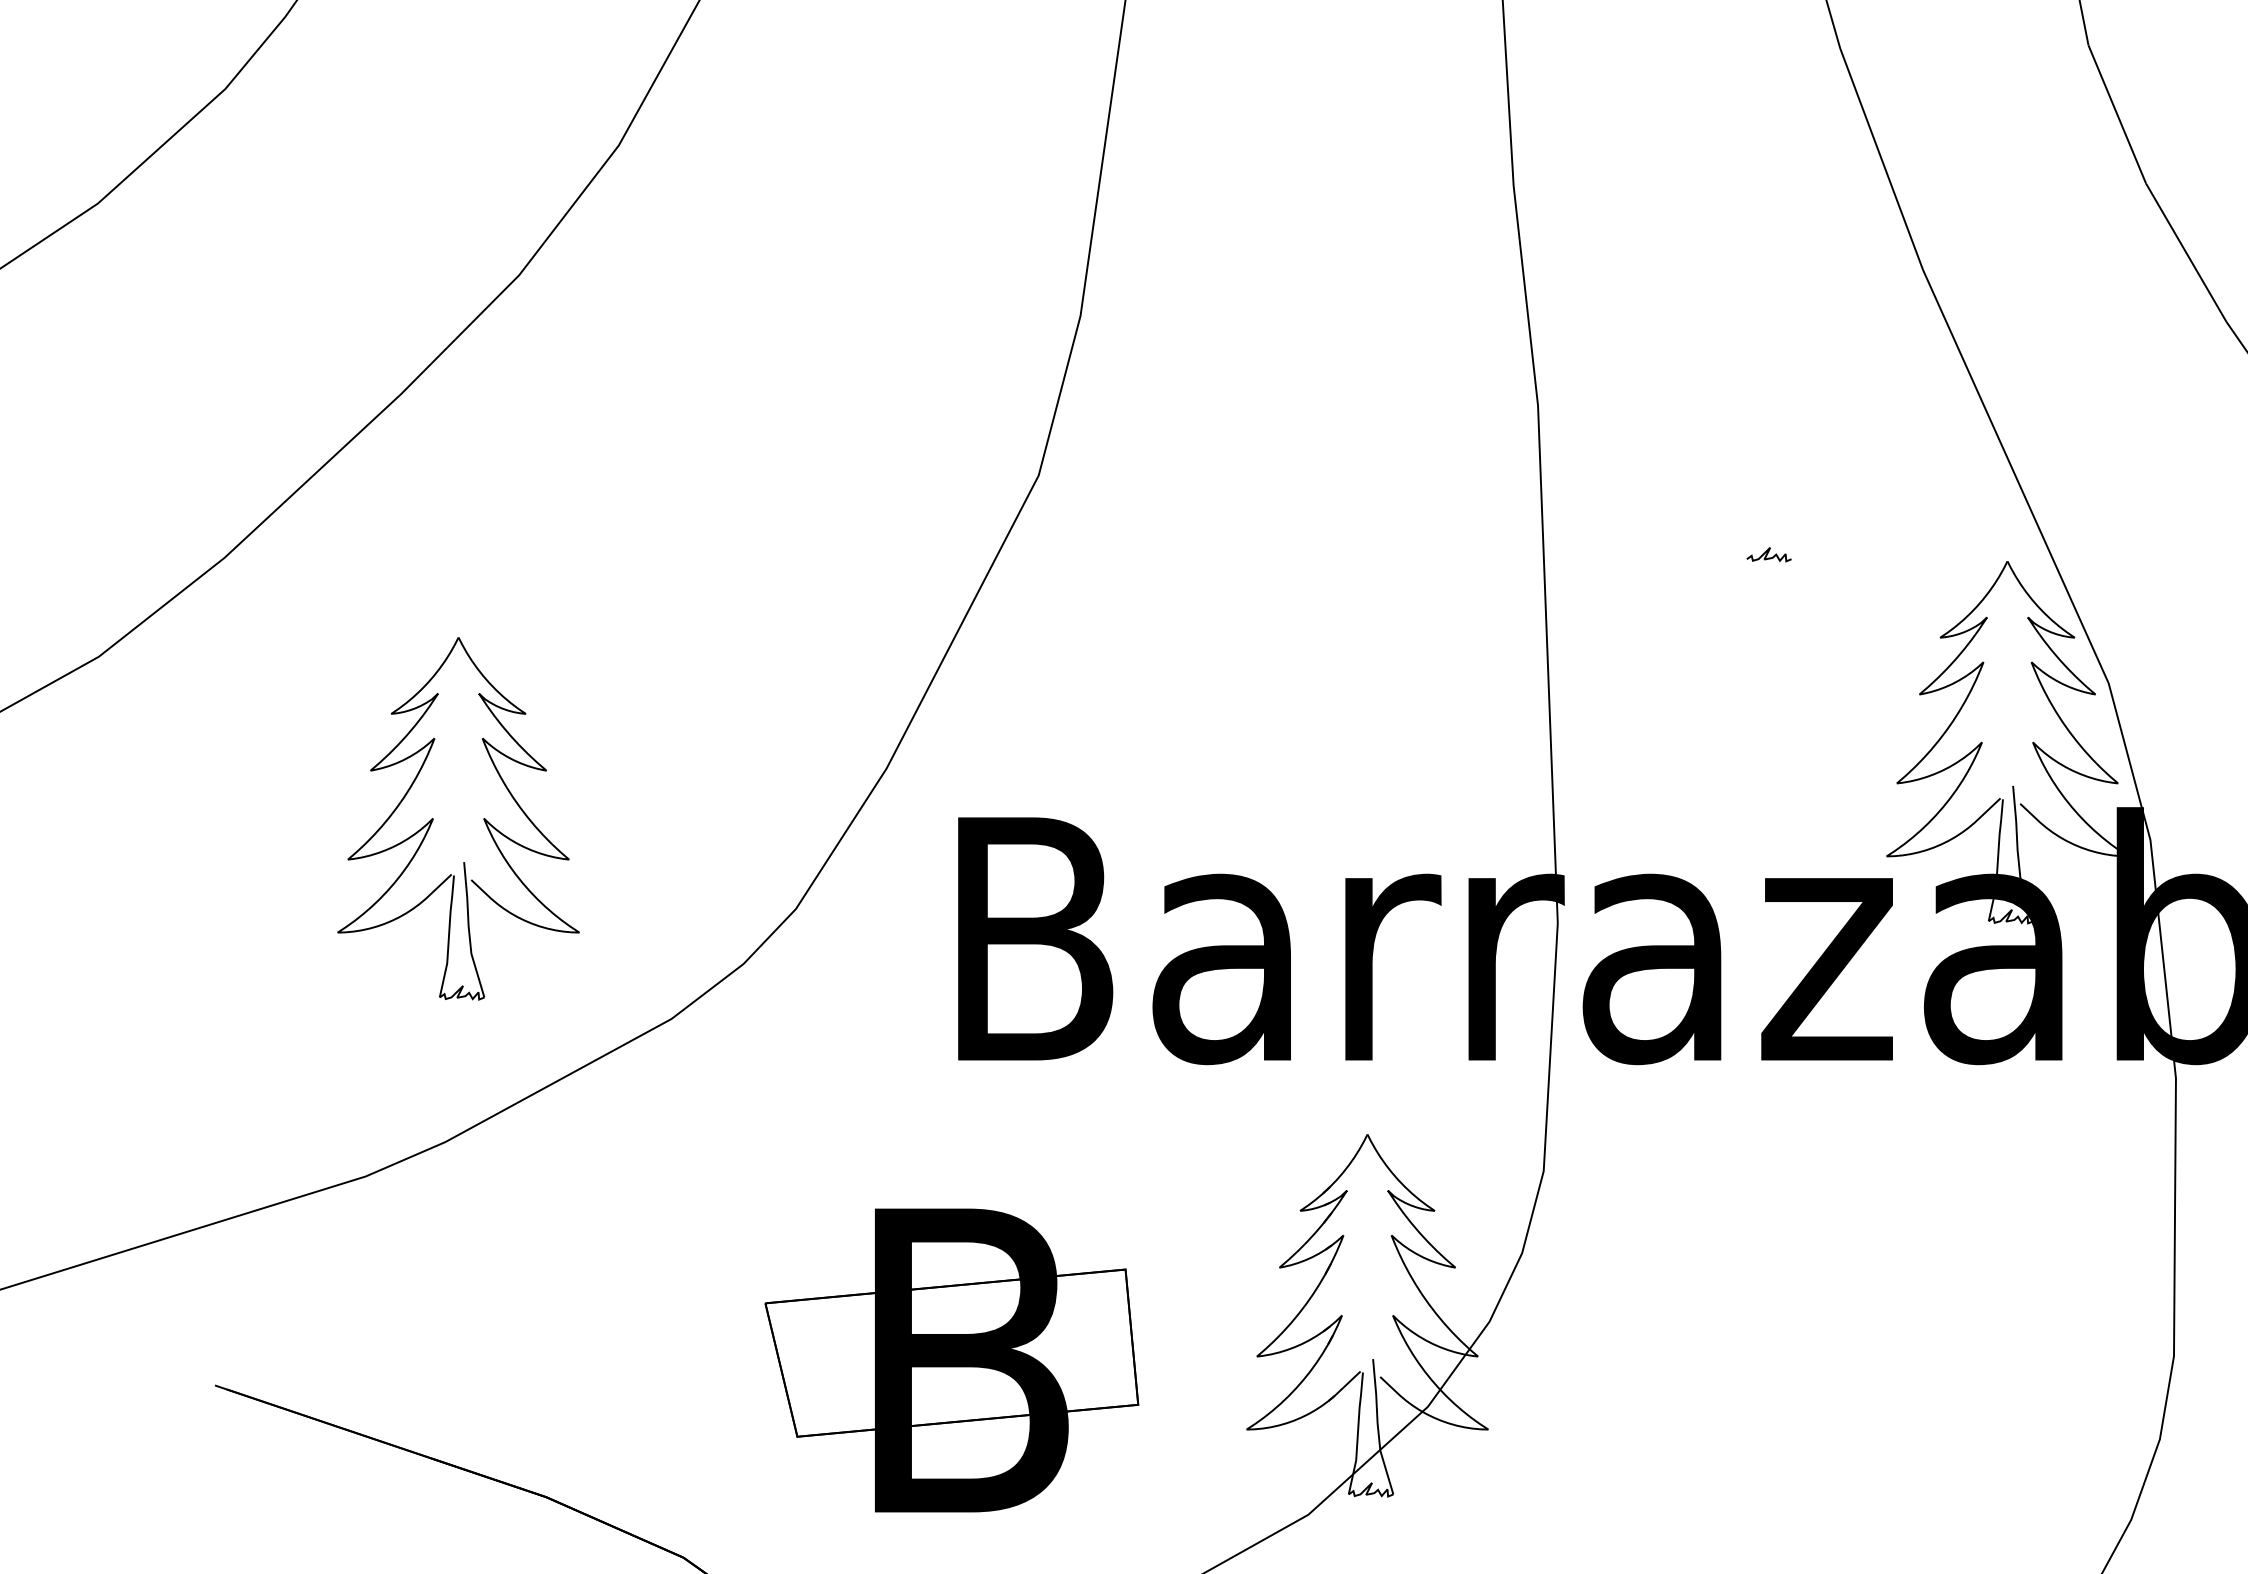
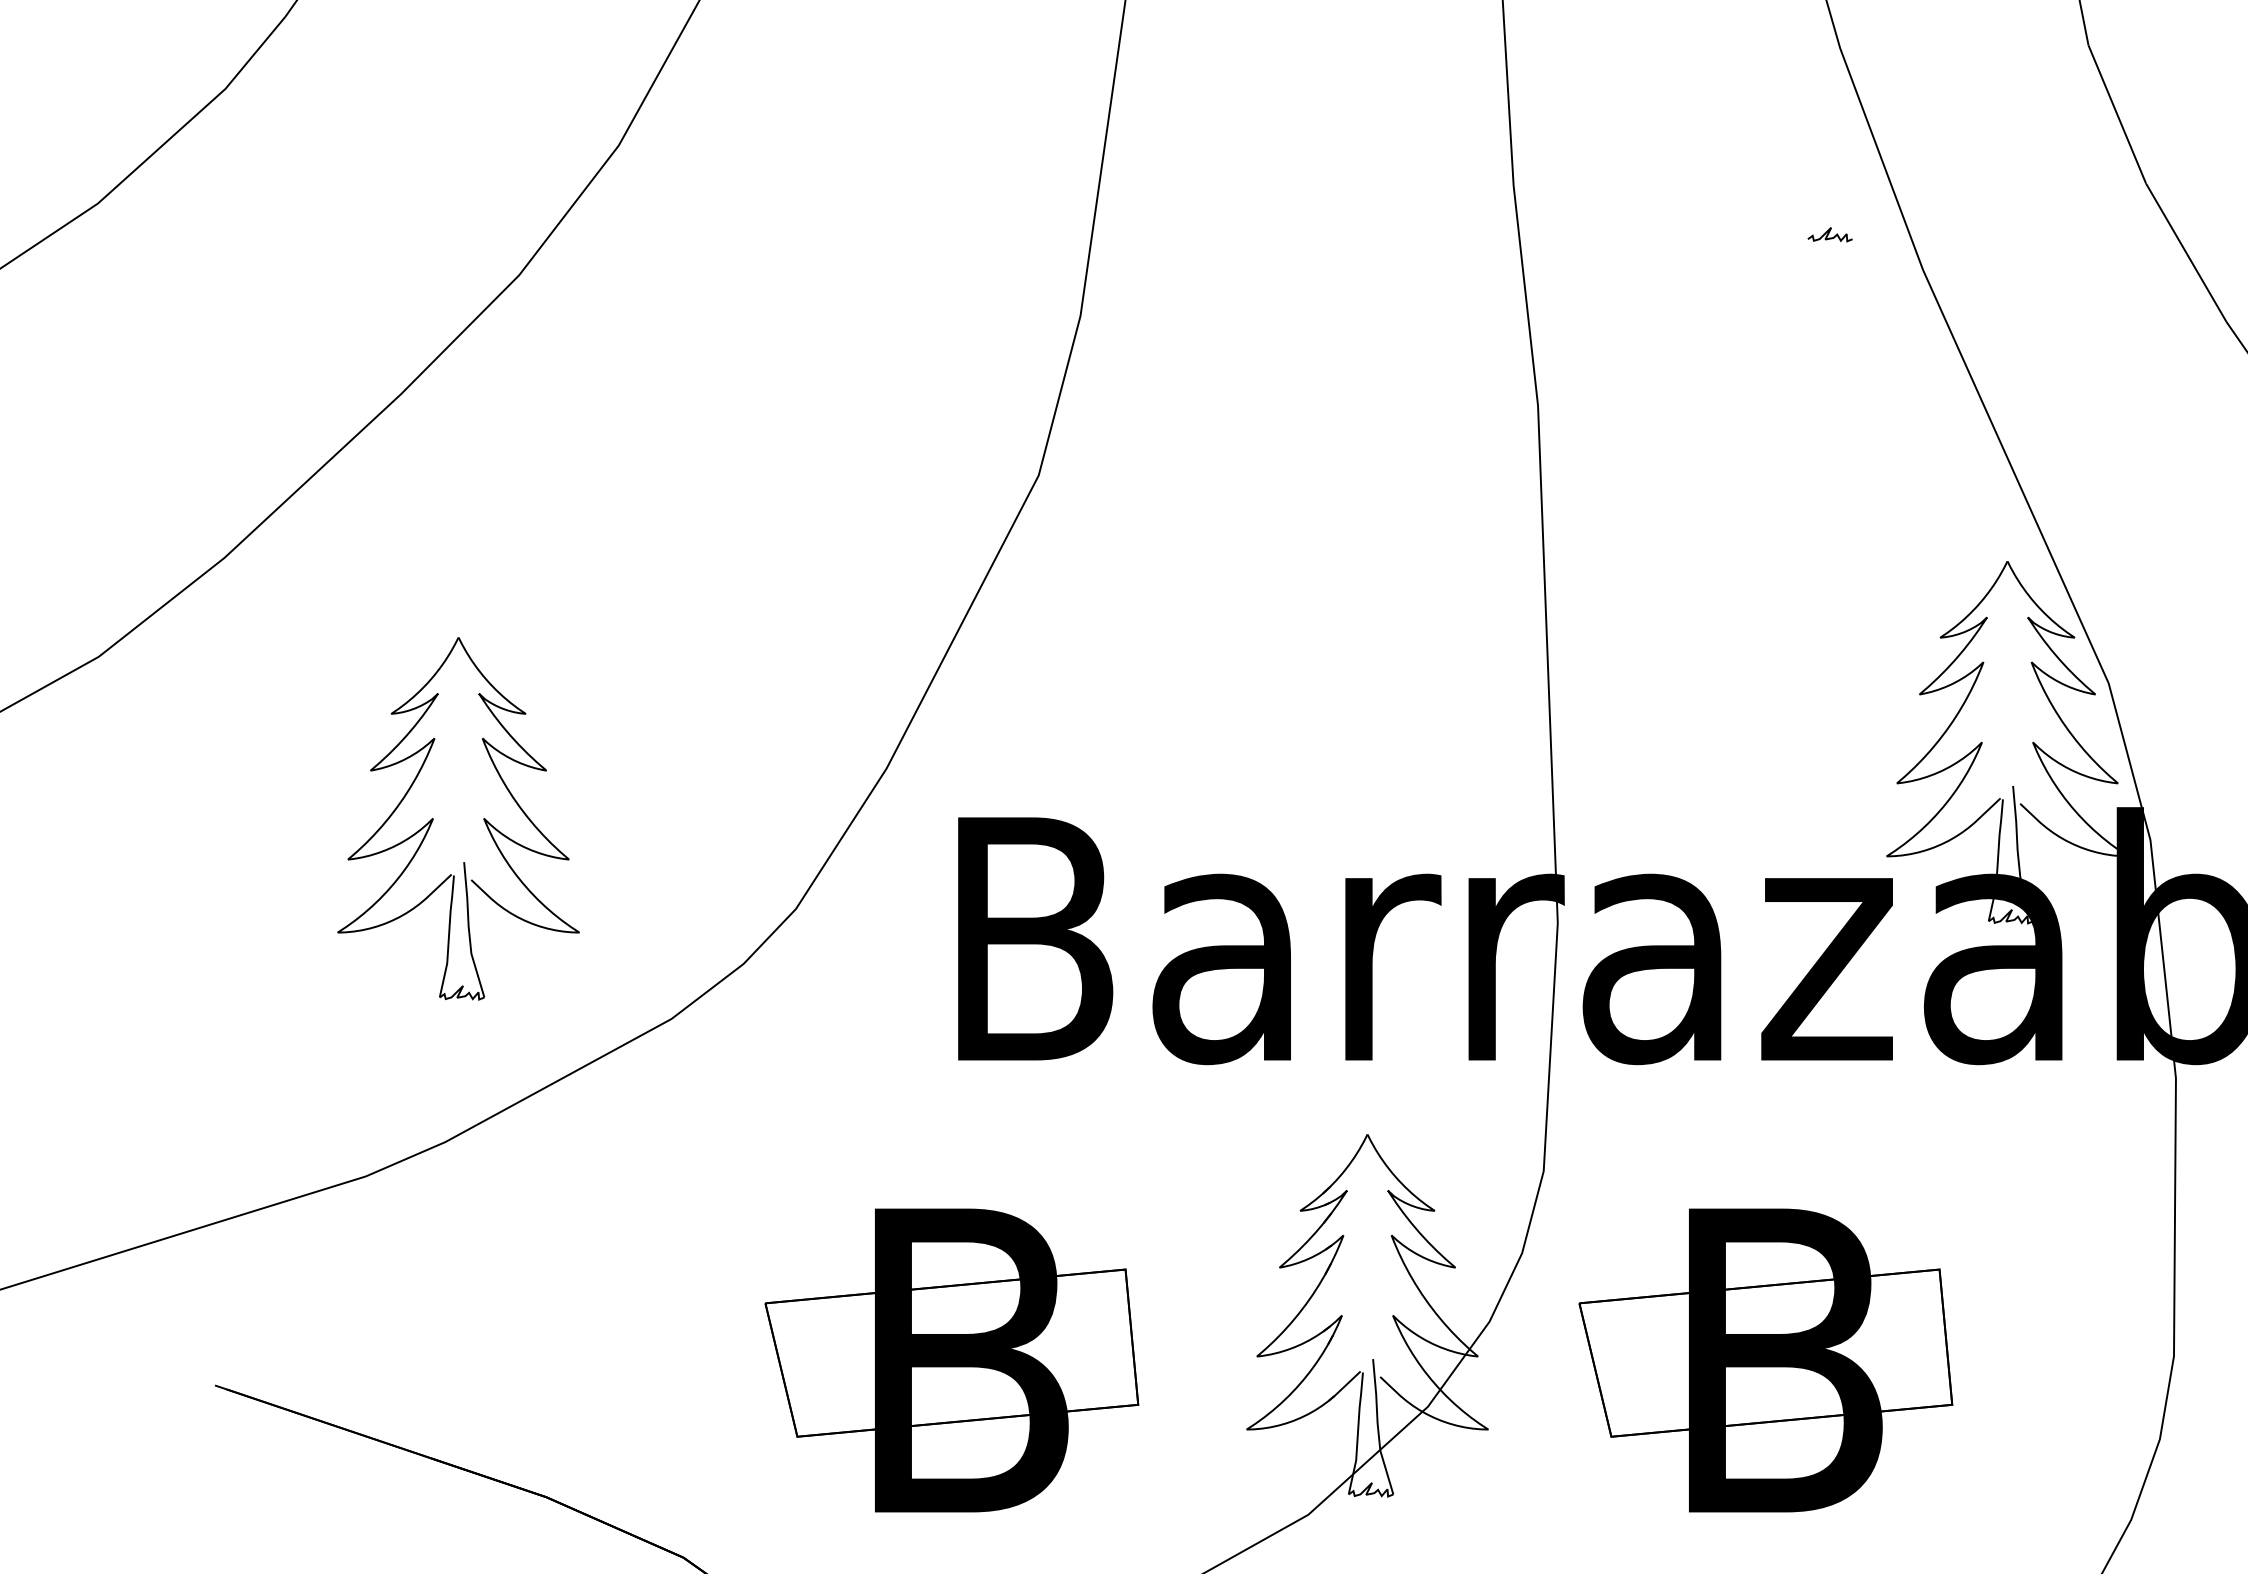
curve at (1768, 553) position: (1768, 553) -> (1829, 233)
part at (1765, 1360): none -> present
